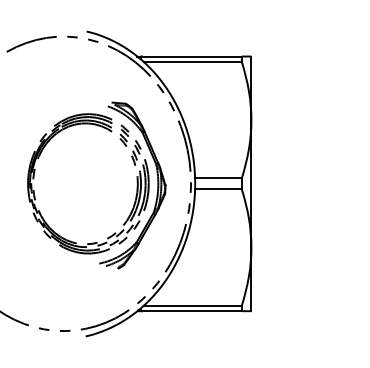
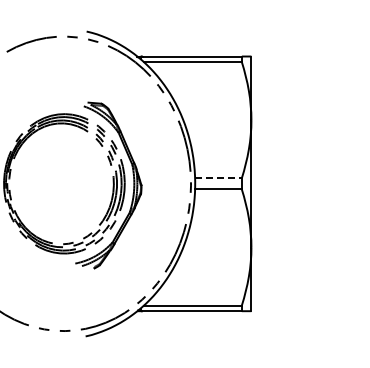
line at (218, 178): solid -> dashed
part at (136, 186) position: (136, 186) -> (112, 186)
